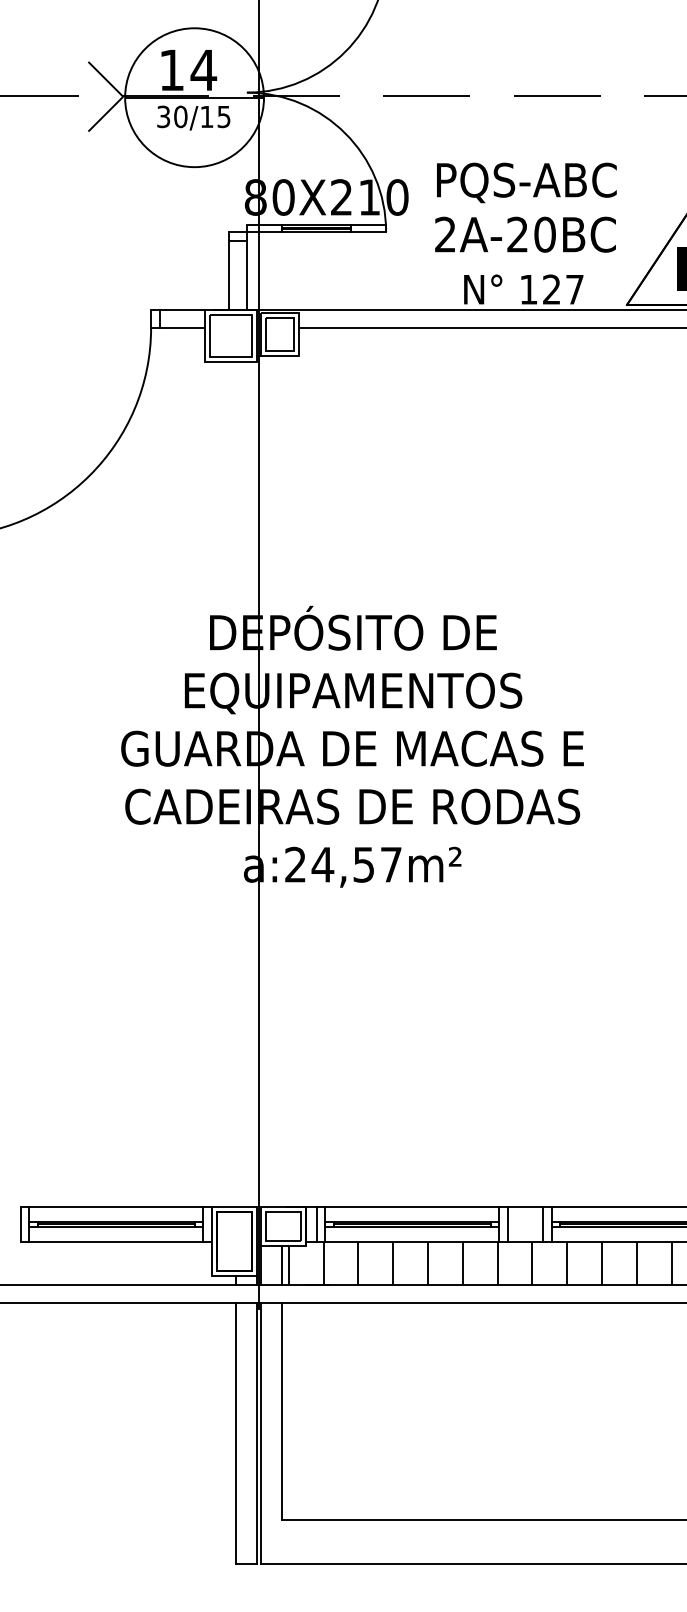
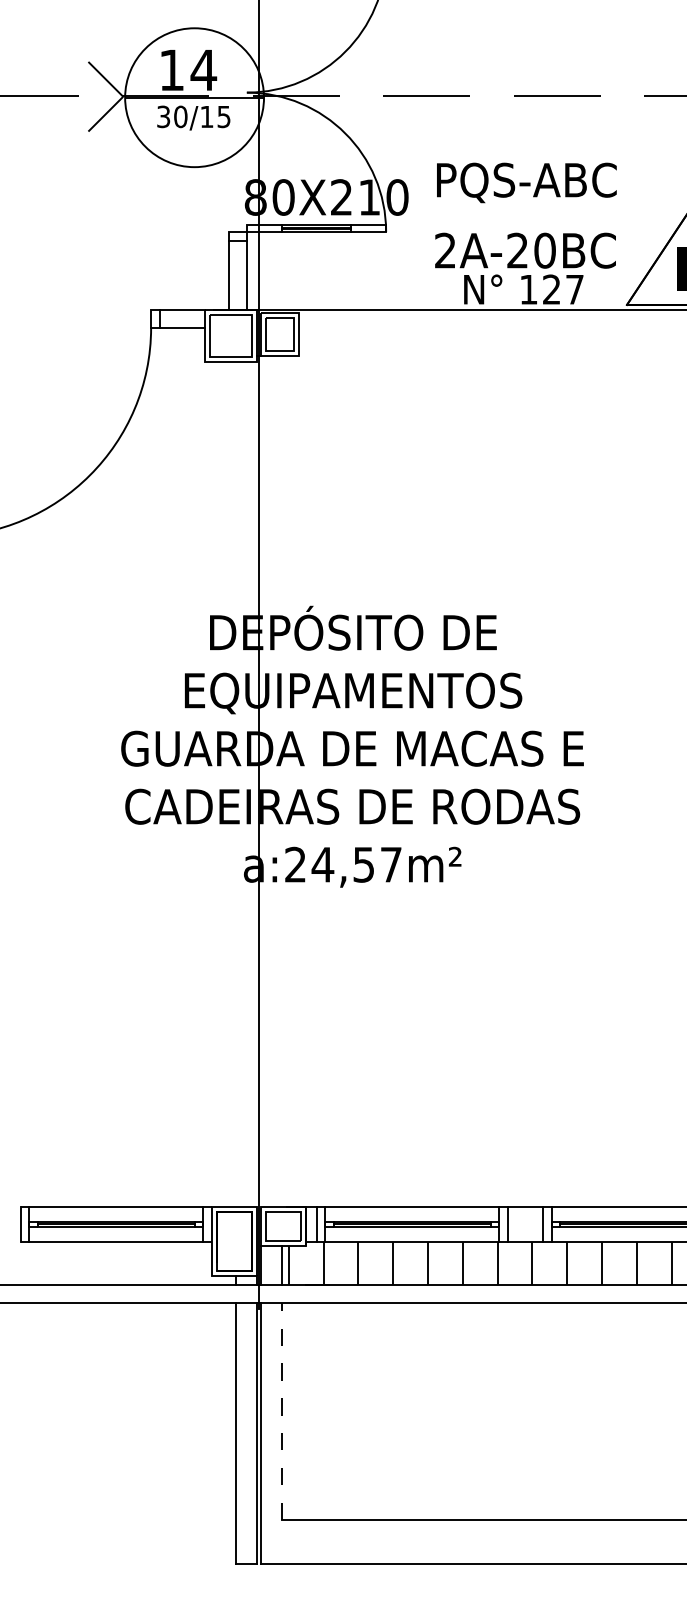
text at (525, 234) position: (525, 234) -> (525, 250)
line at (491, 327): present -> none
line at (281, 1411): solid -> dashed
